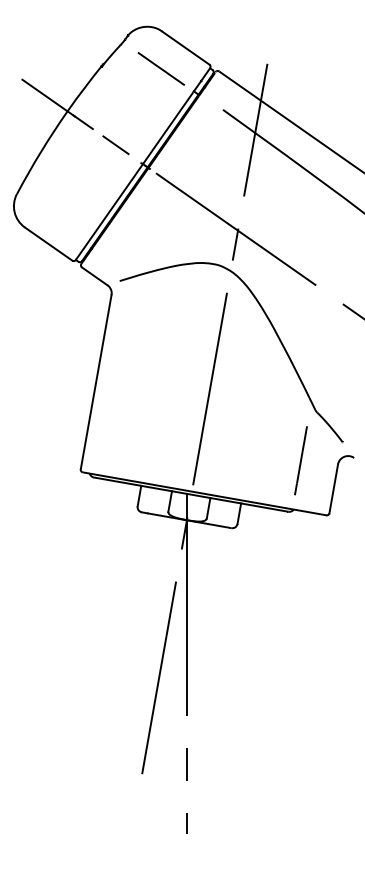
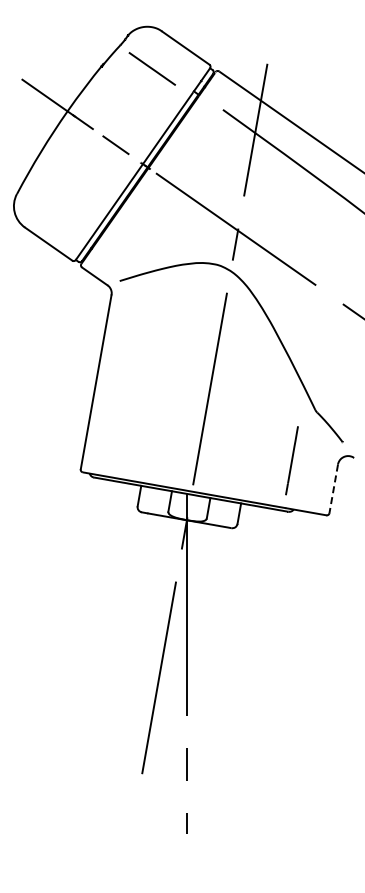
line at (160, 68) position: (160, 68) -> (151, 68)
line at (300, 460) position: (300, 460) -> (291, 460)
line at (333, 489): solid -> dashed
